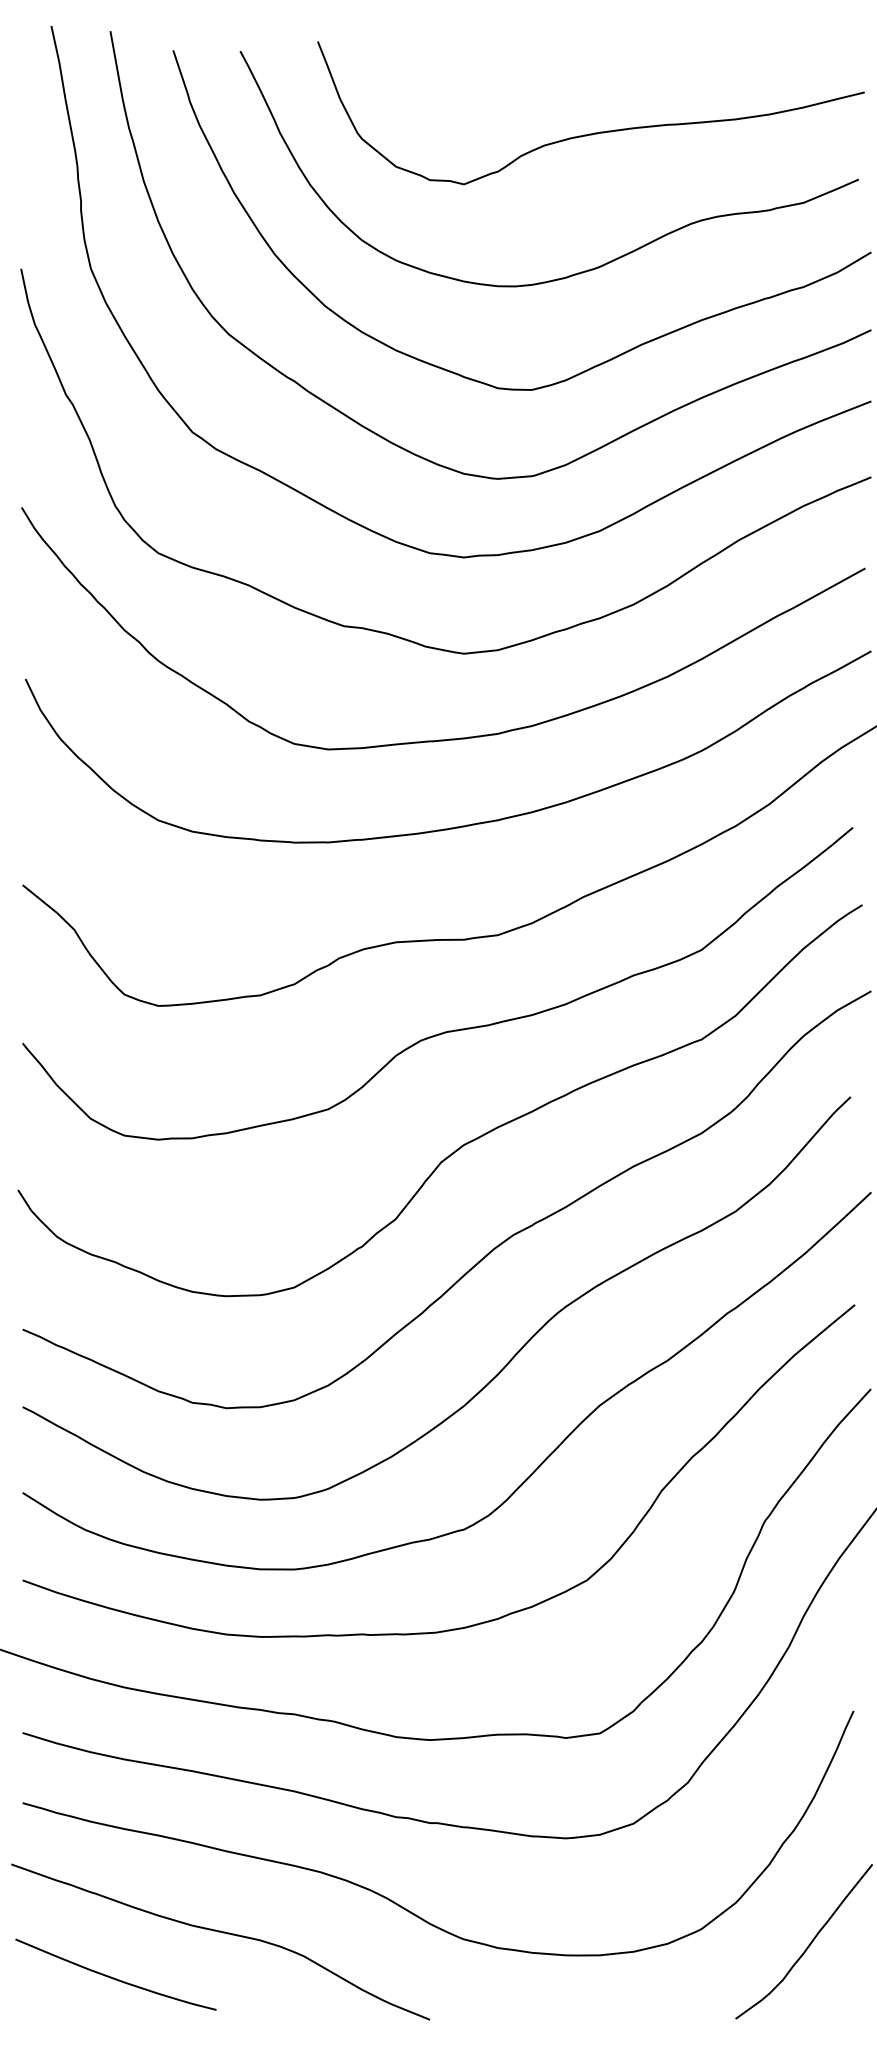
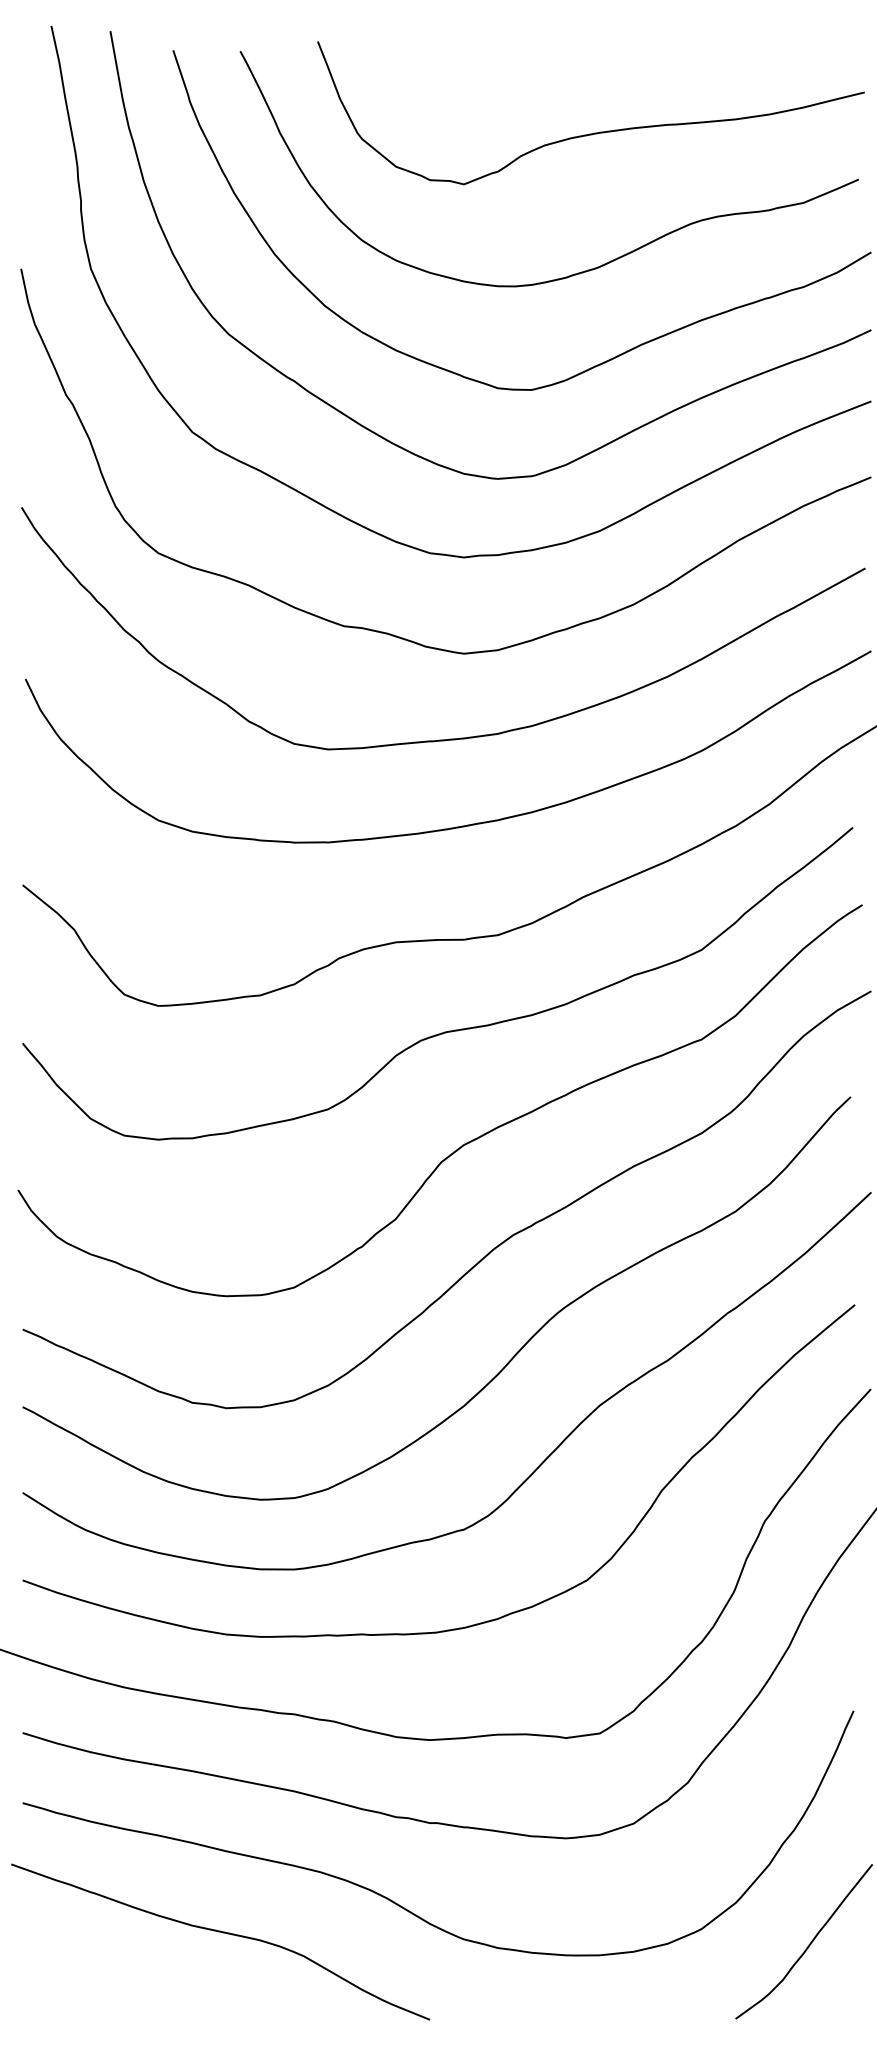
curve at (114, 1977): present -> none
